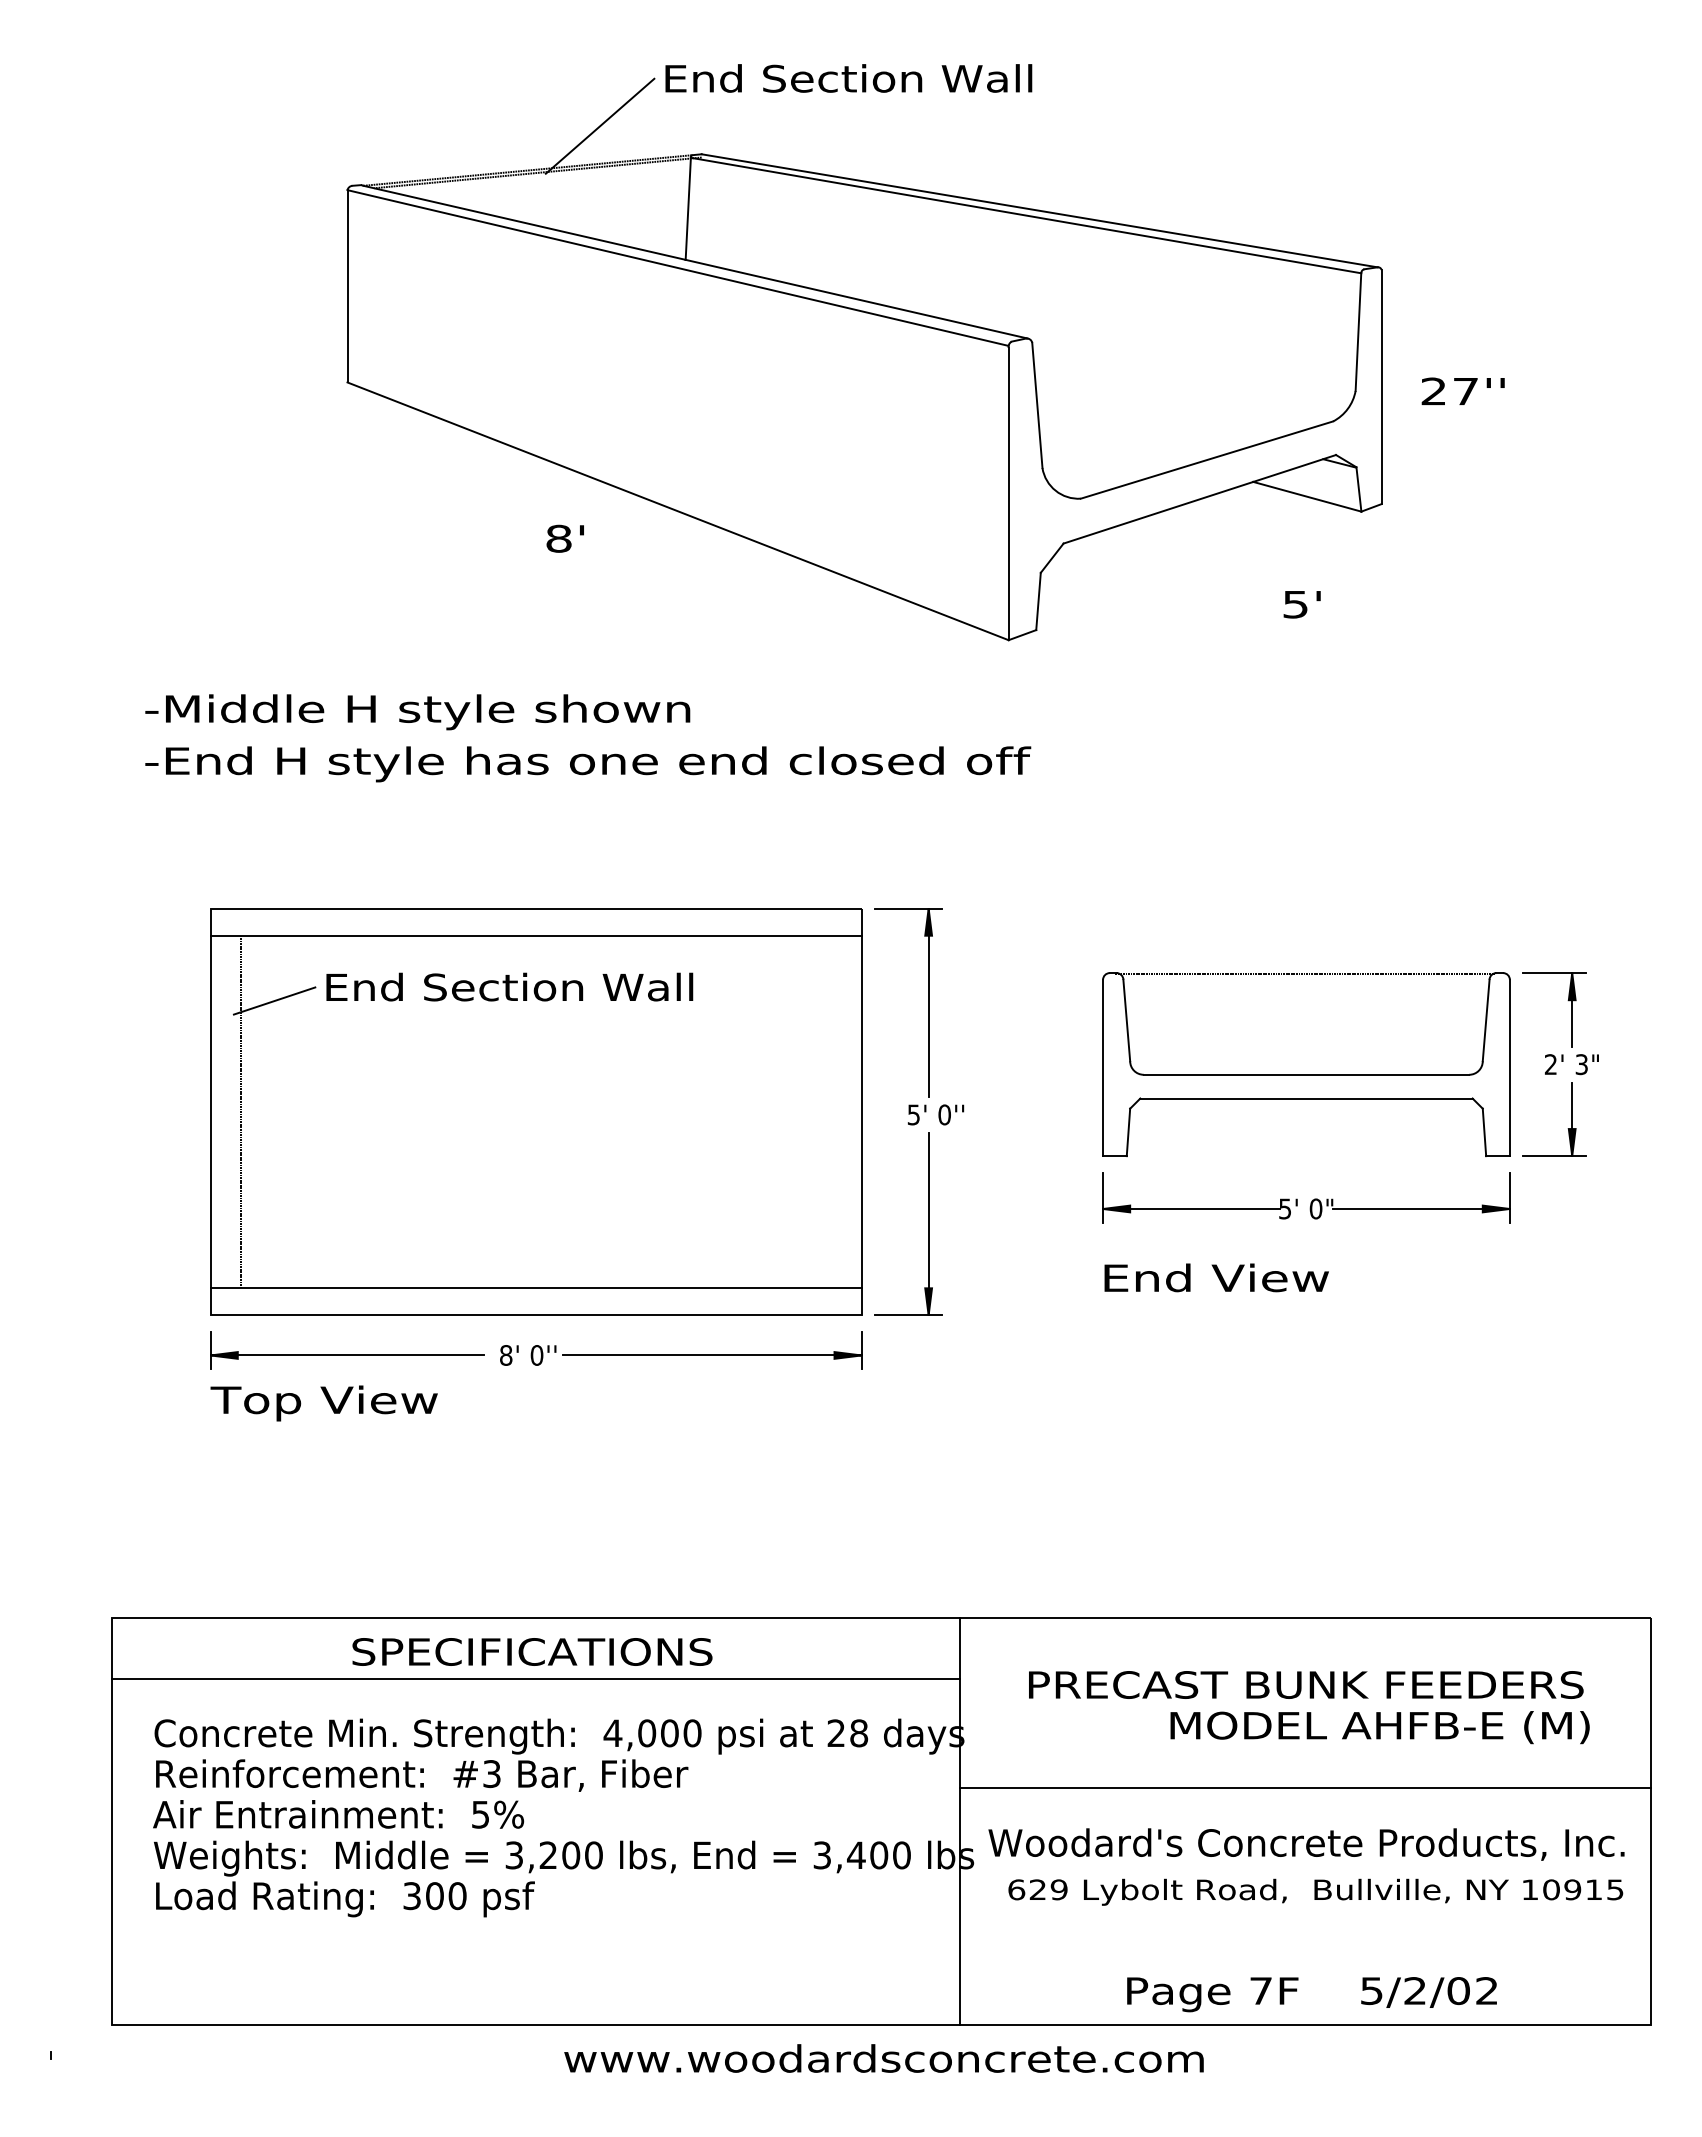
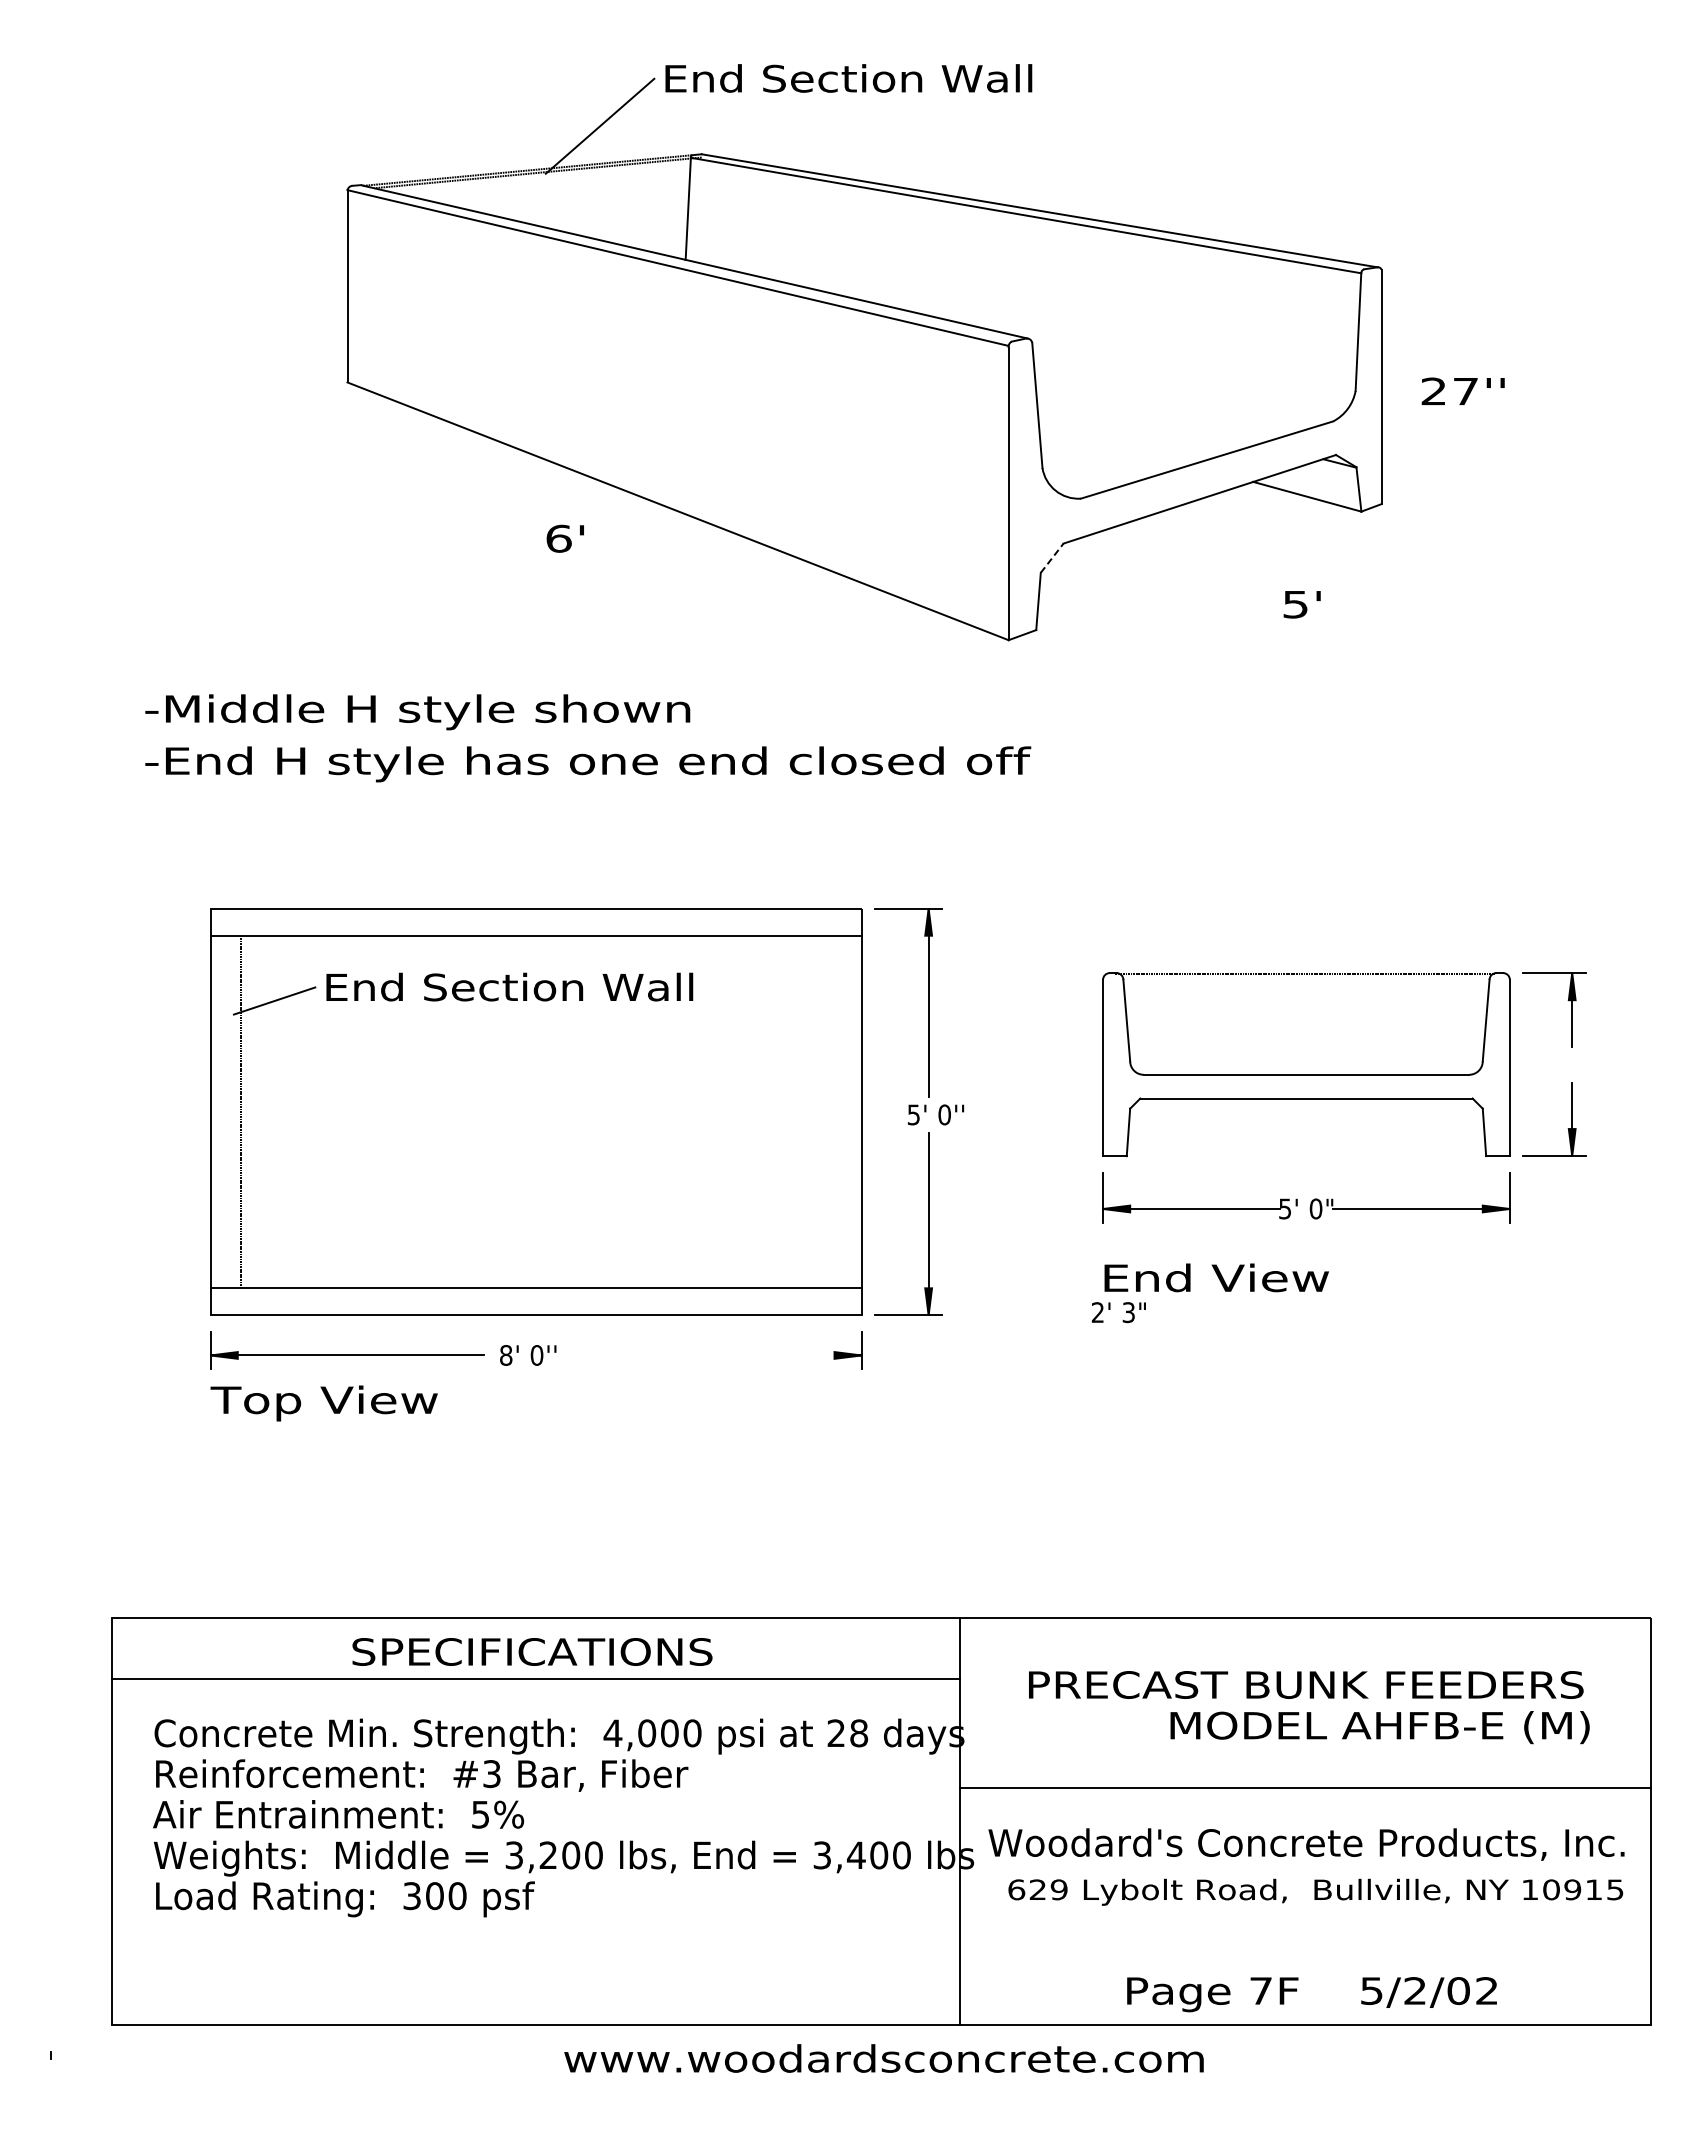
text at (558, 538): 8' -> 6'
line at (1052, 558): solid -> dashed
text at (1571, 1064) position: (1571, 1064) -> (1118, 1312)
line at (712, 1355): present -> none
